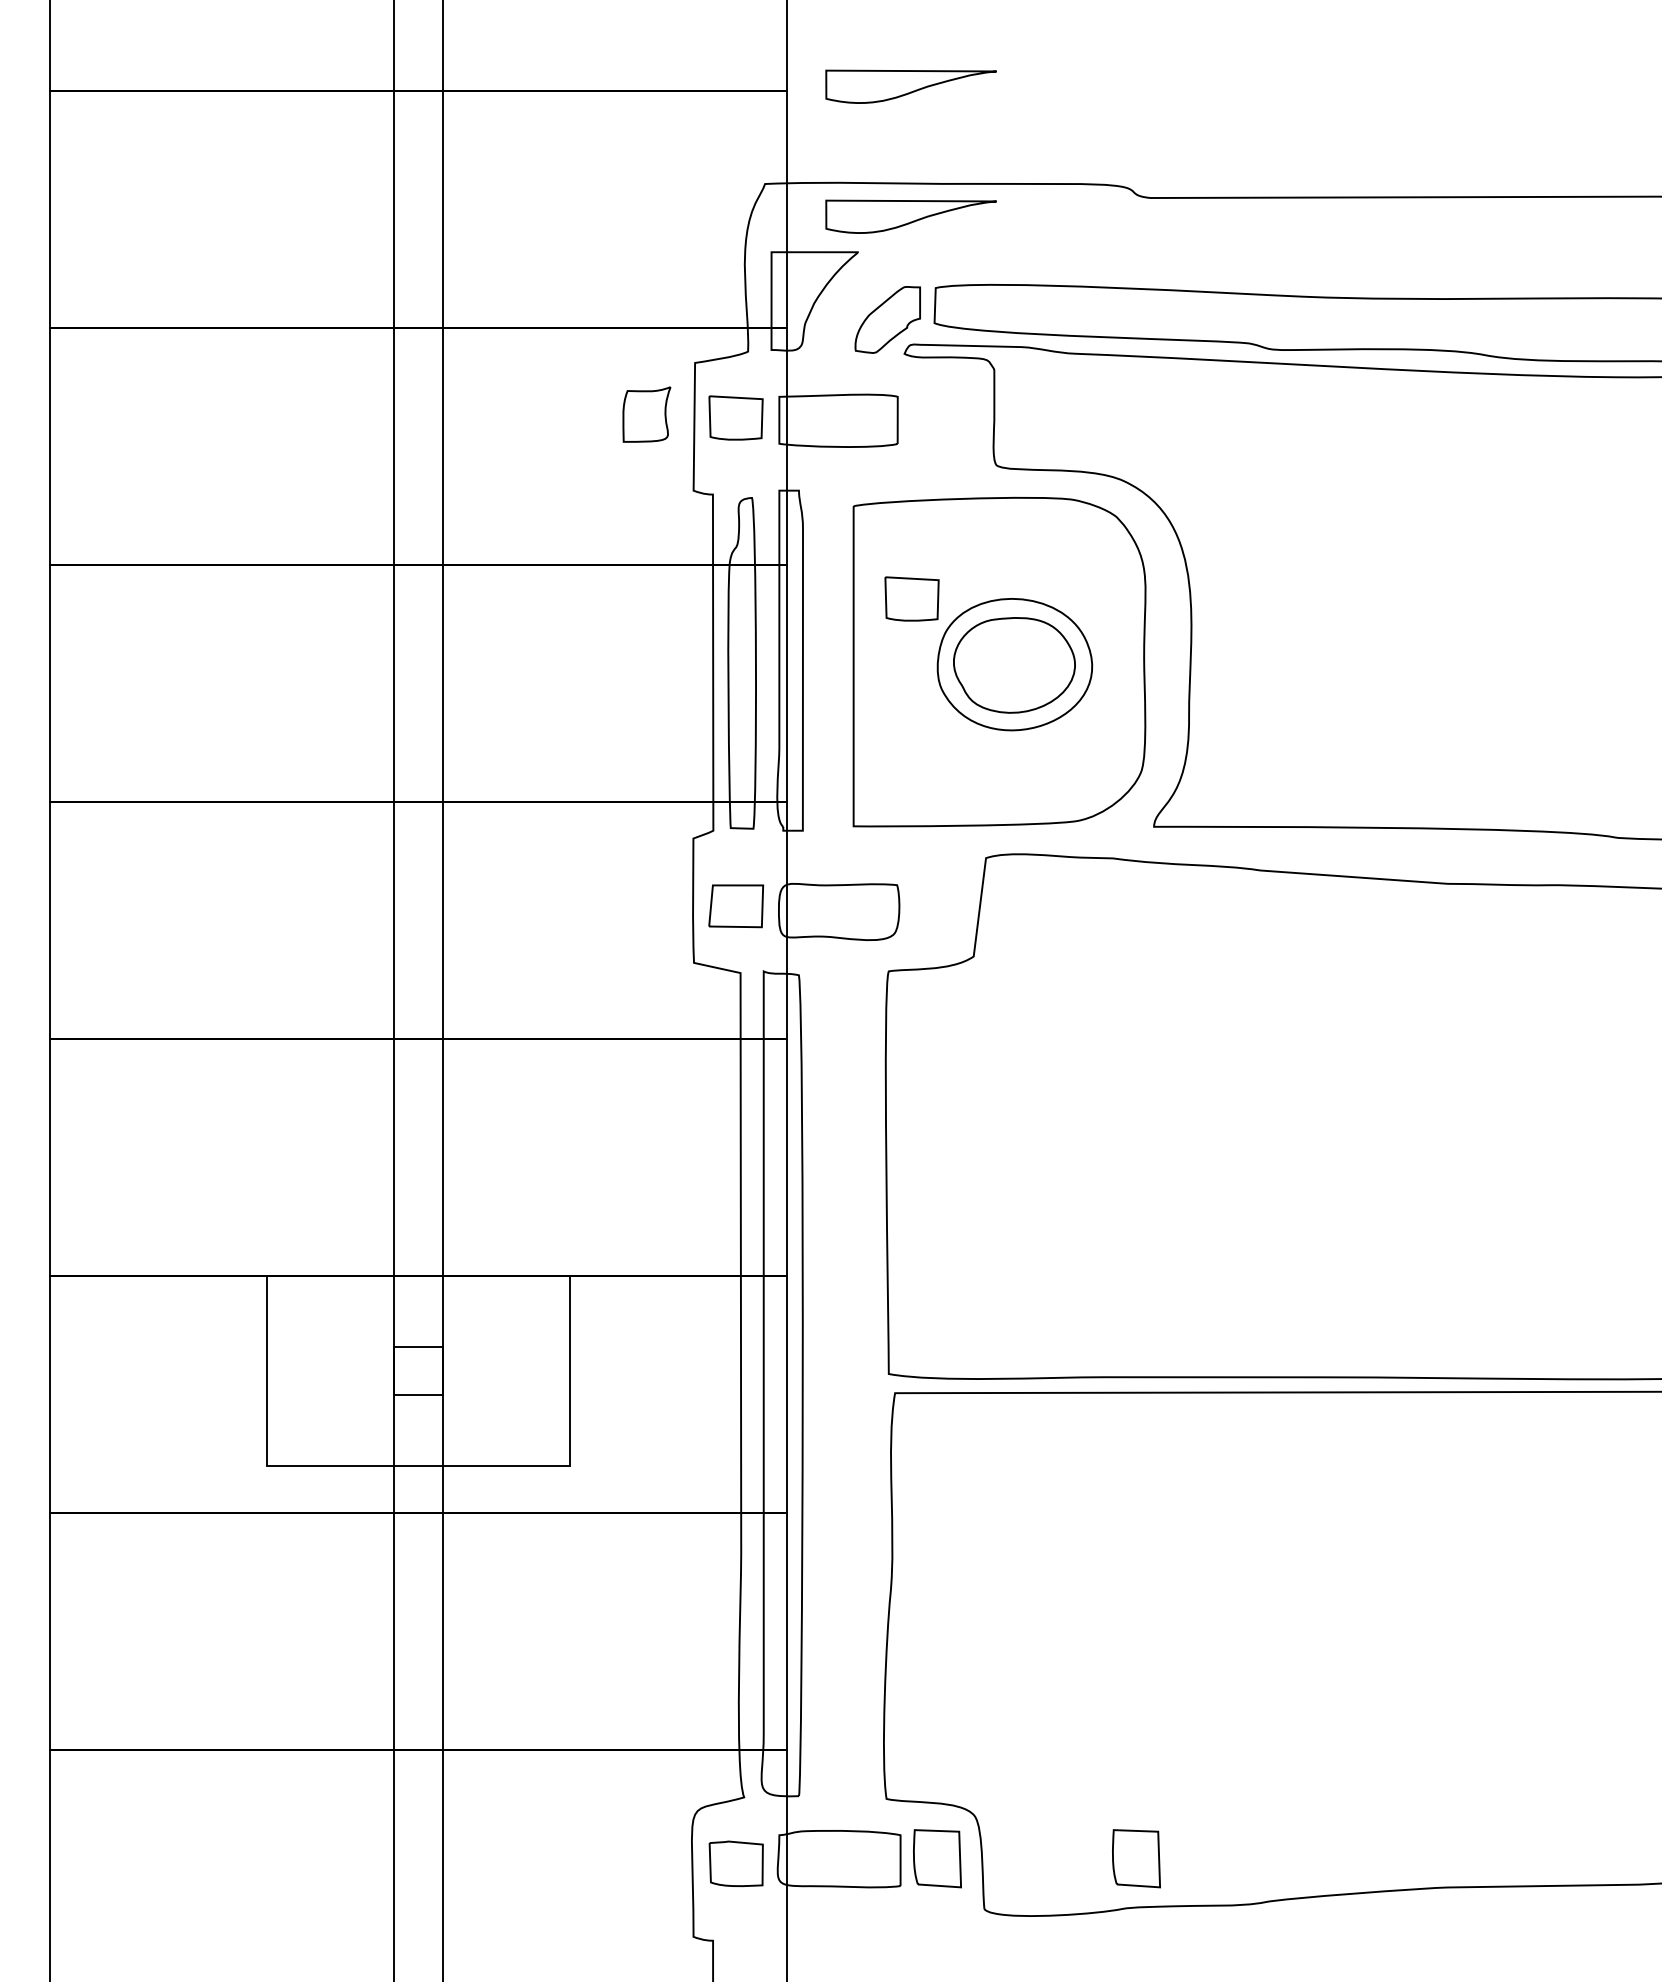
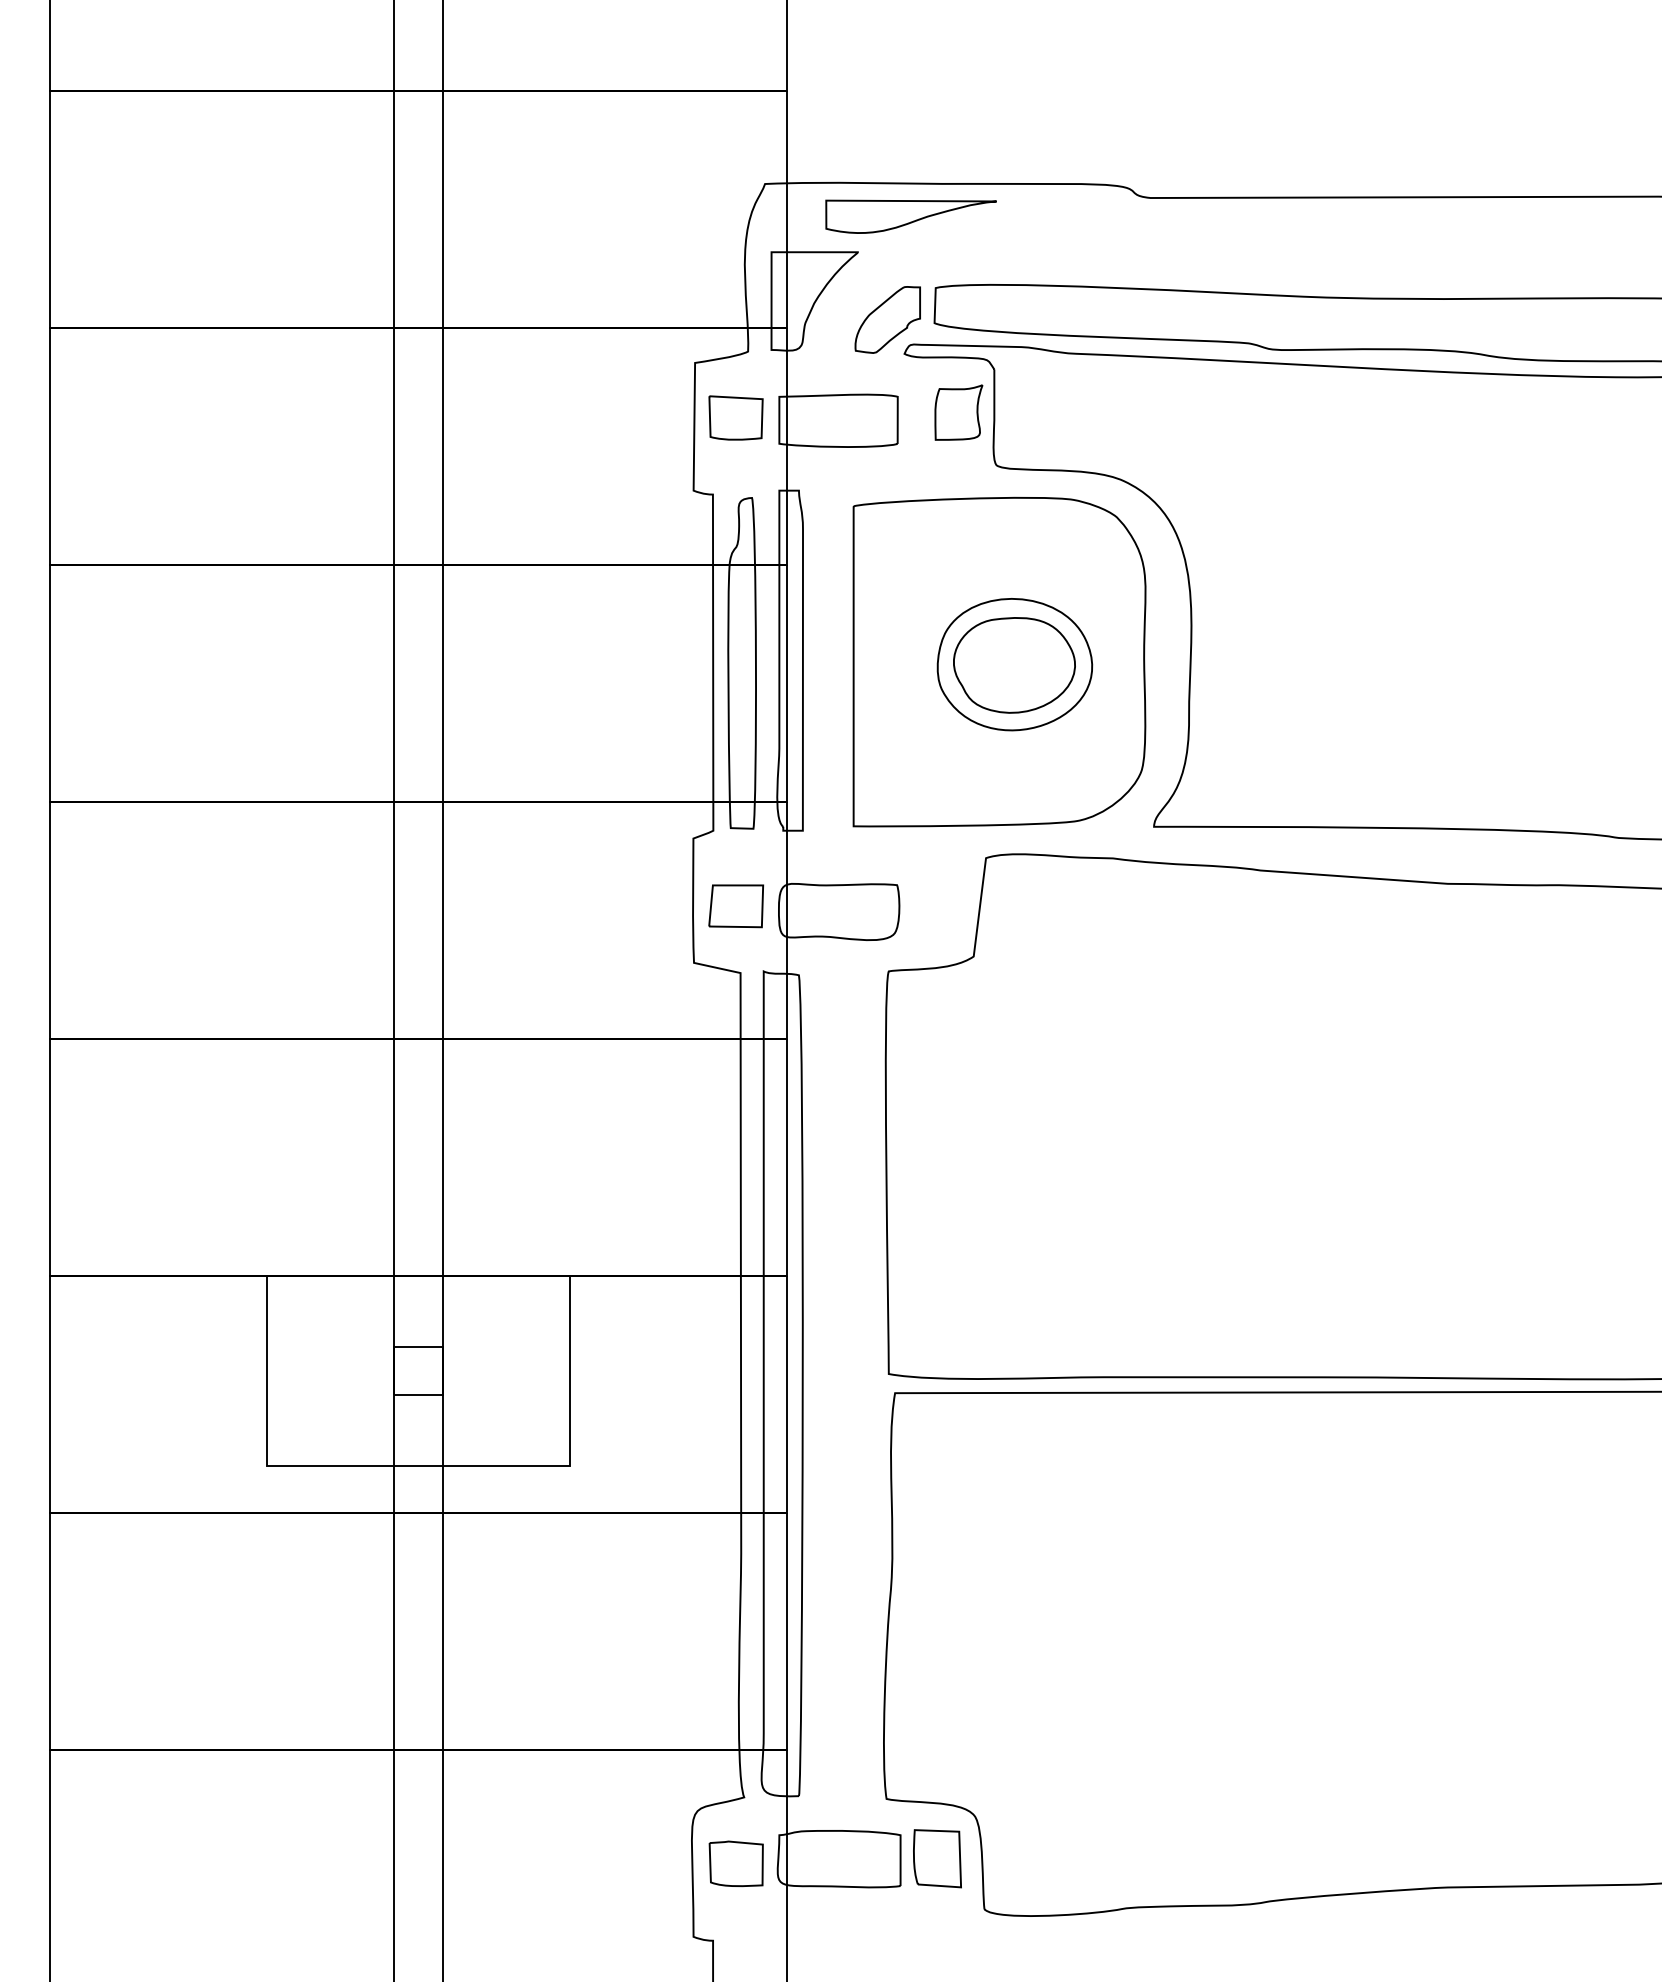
part at (910, 86): present -> none
part at (646, 414) position: (646, 414) -> (958, 412)
part at (911, 598): present -> none
part at (1136, 1858): present -> none
